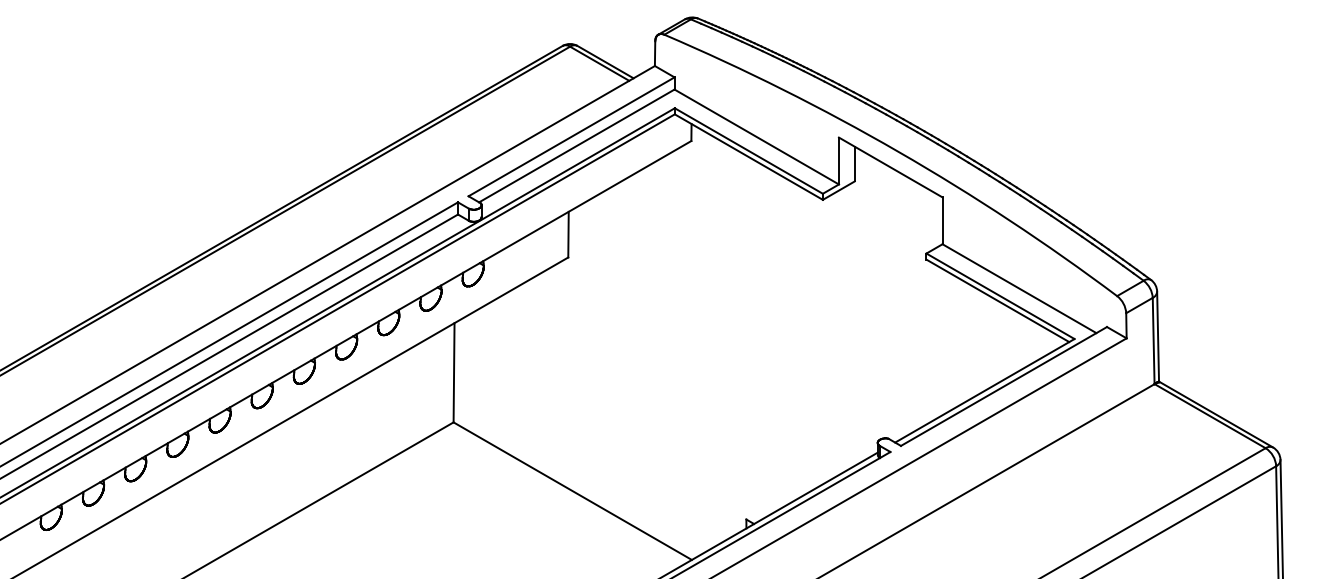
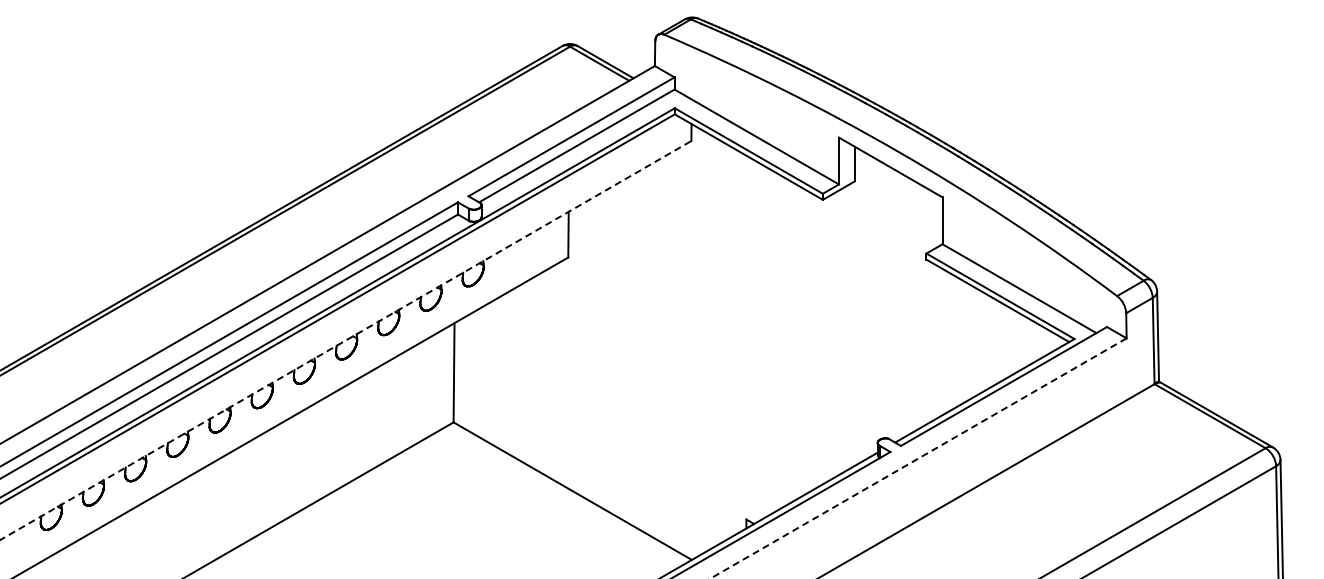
line at (346, 340): solid -> dashed
line at (918, 458): solid -> dashed
